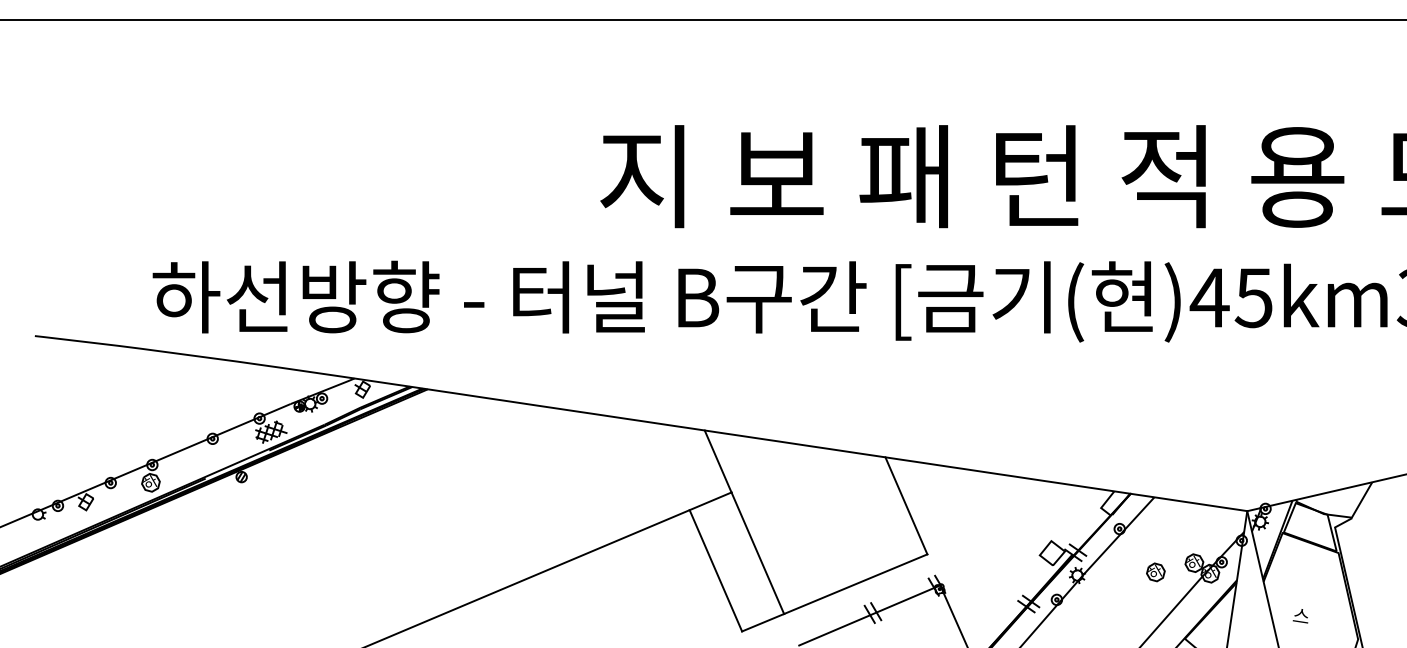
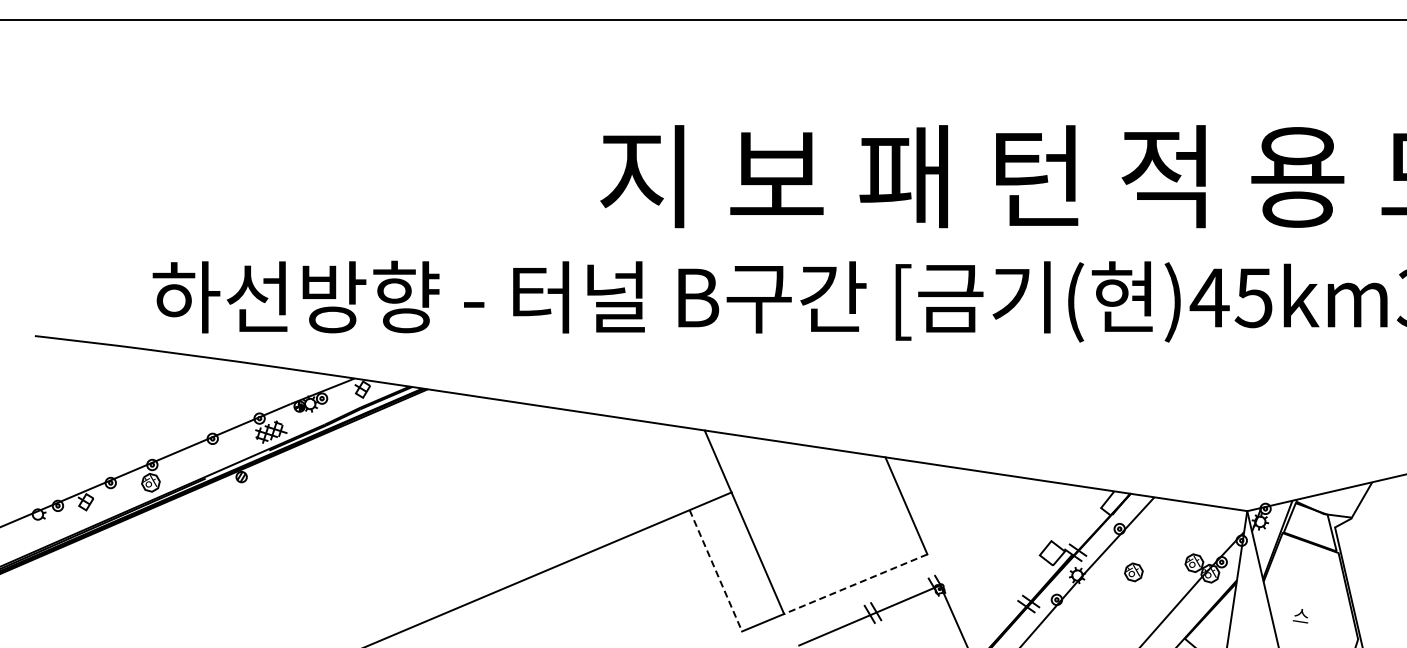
line at (716, 571): solid -> dashed
part at (1155, 572) position: (1155, 572) -> (1133, 572)
line at (855, 584): solid -> dashed
